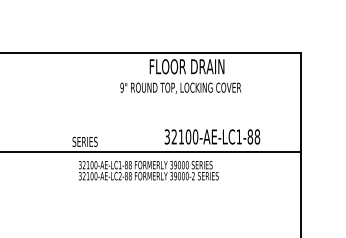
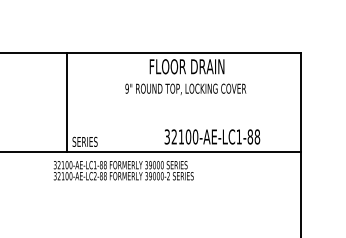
text at (180, 87) position: (180, 87) -> (185, 88)
line at (66, 102): none -> present
text at (148, 170) position: (148, 170) -> (123, 170)
